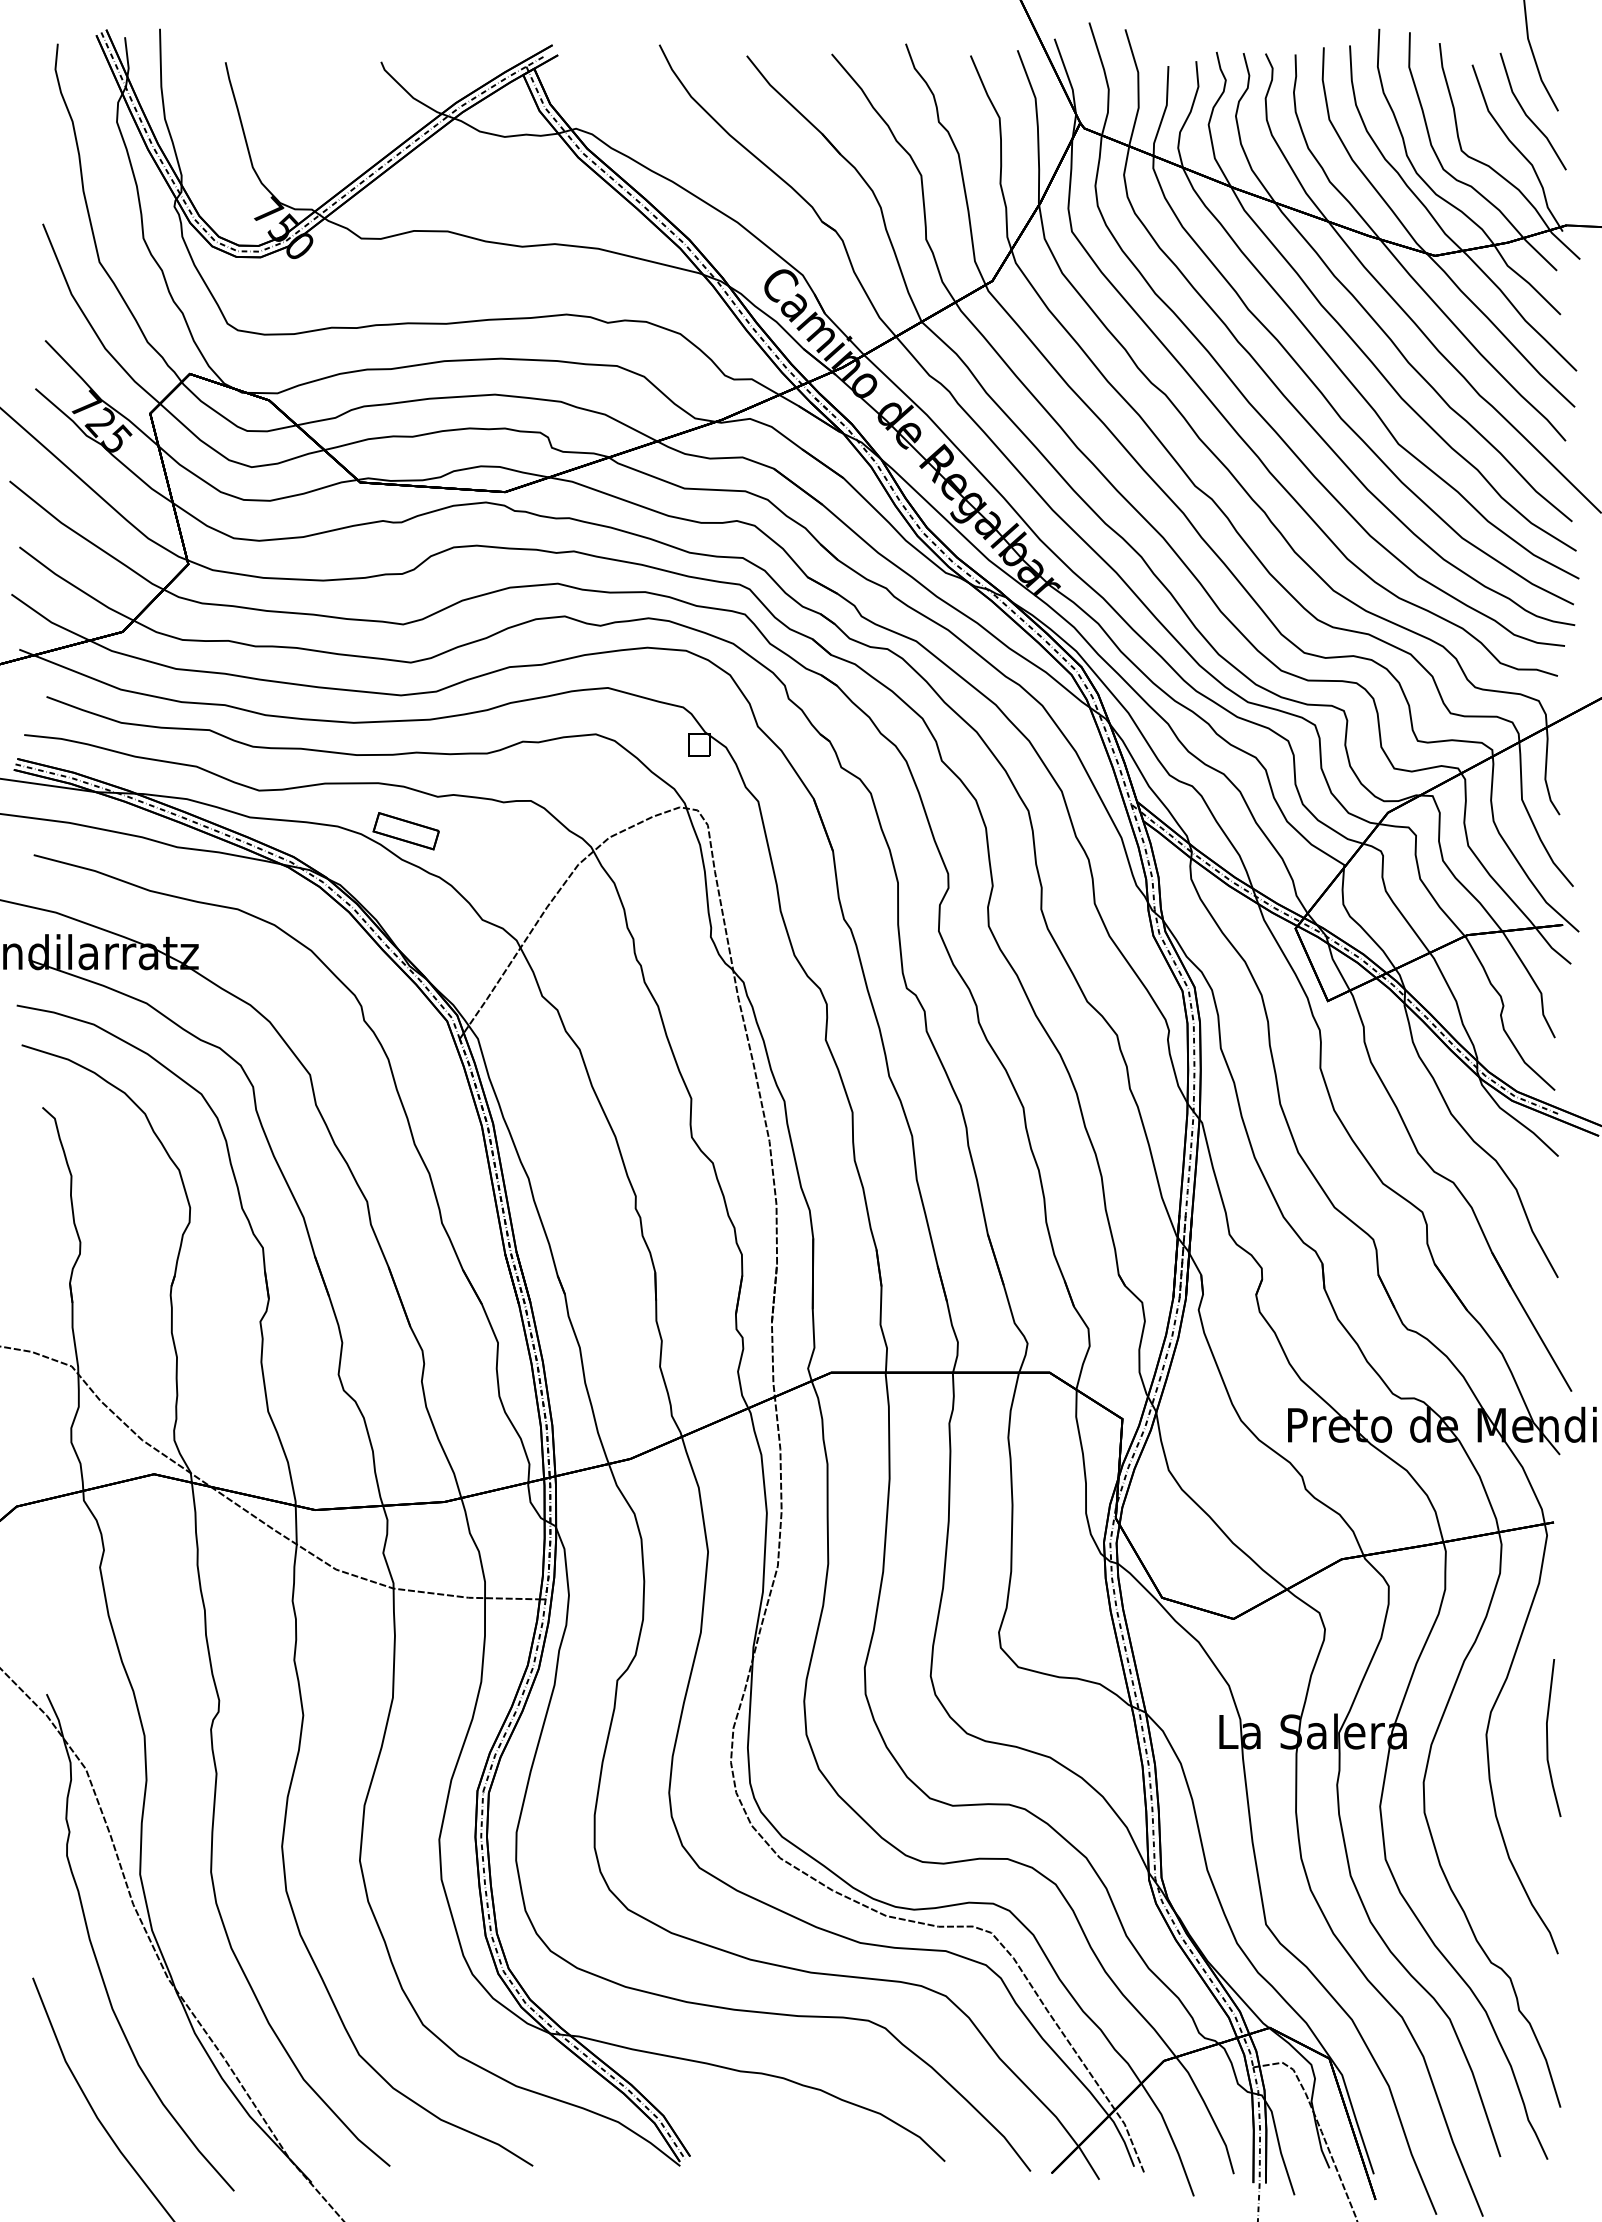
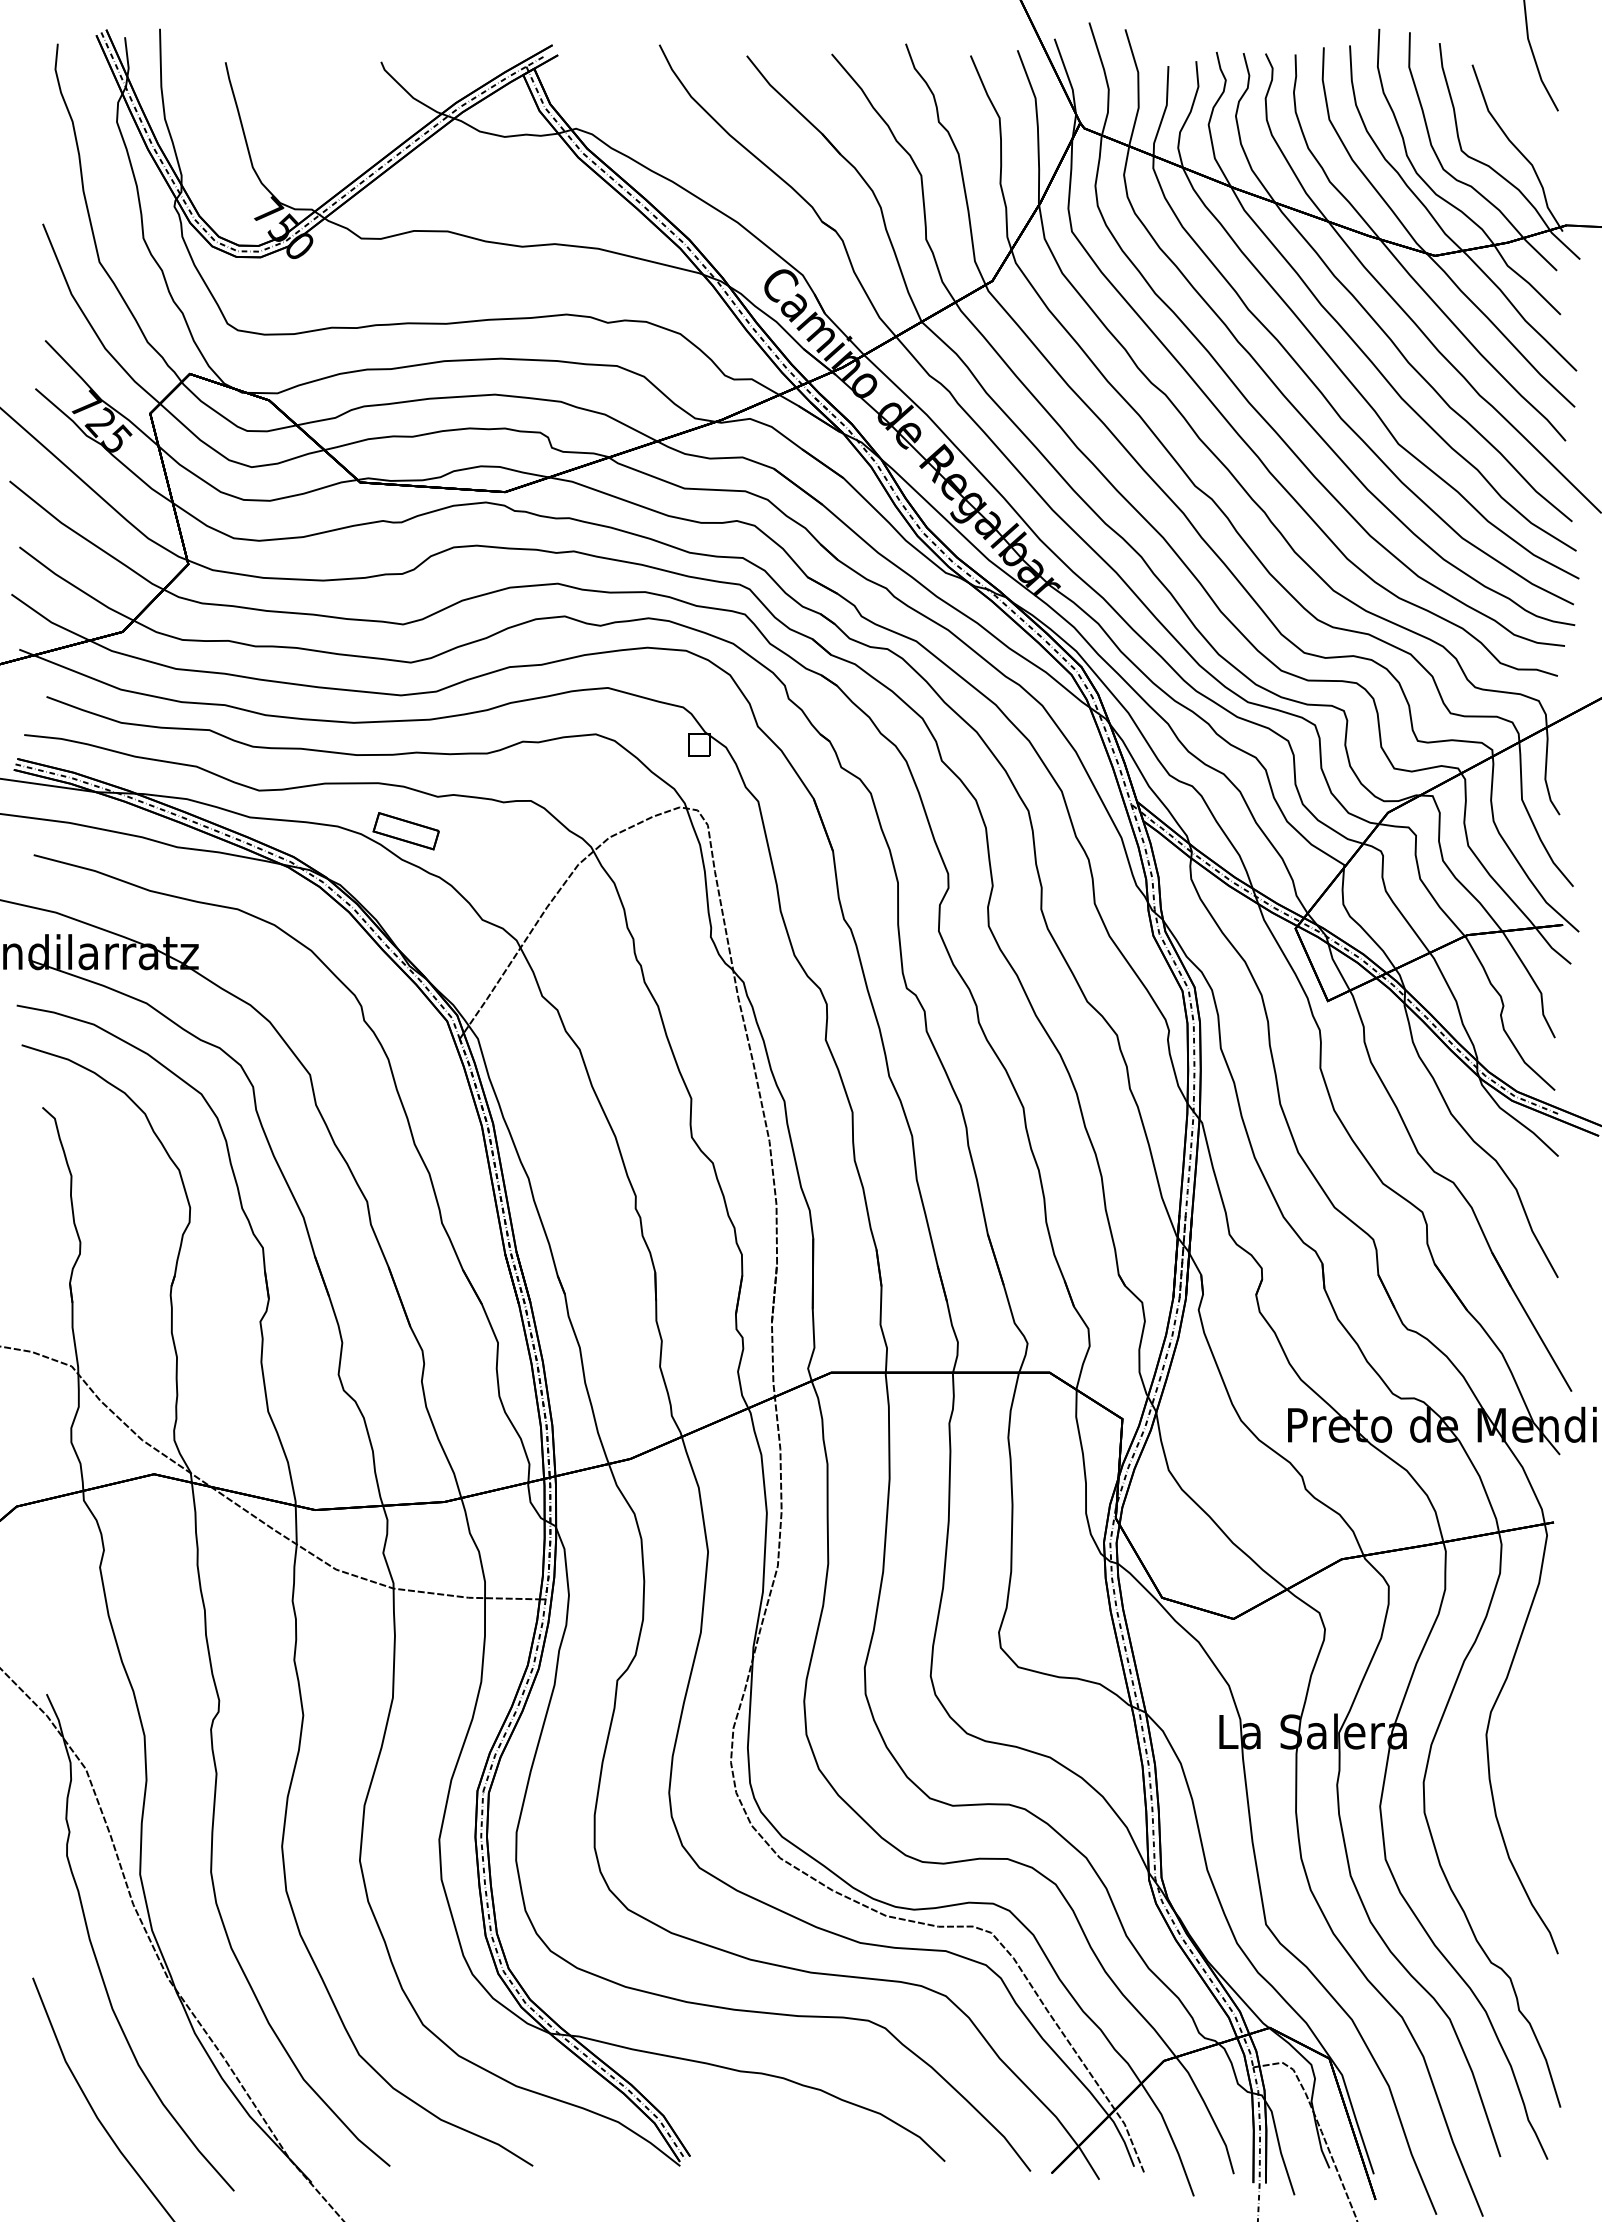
line at (1526, 113): present -> none
line at (1548, 1738): present -> none
